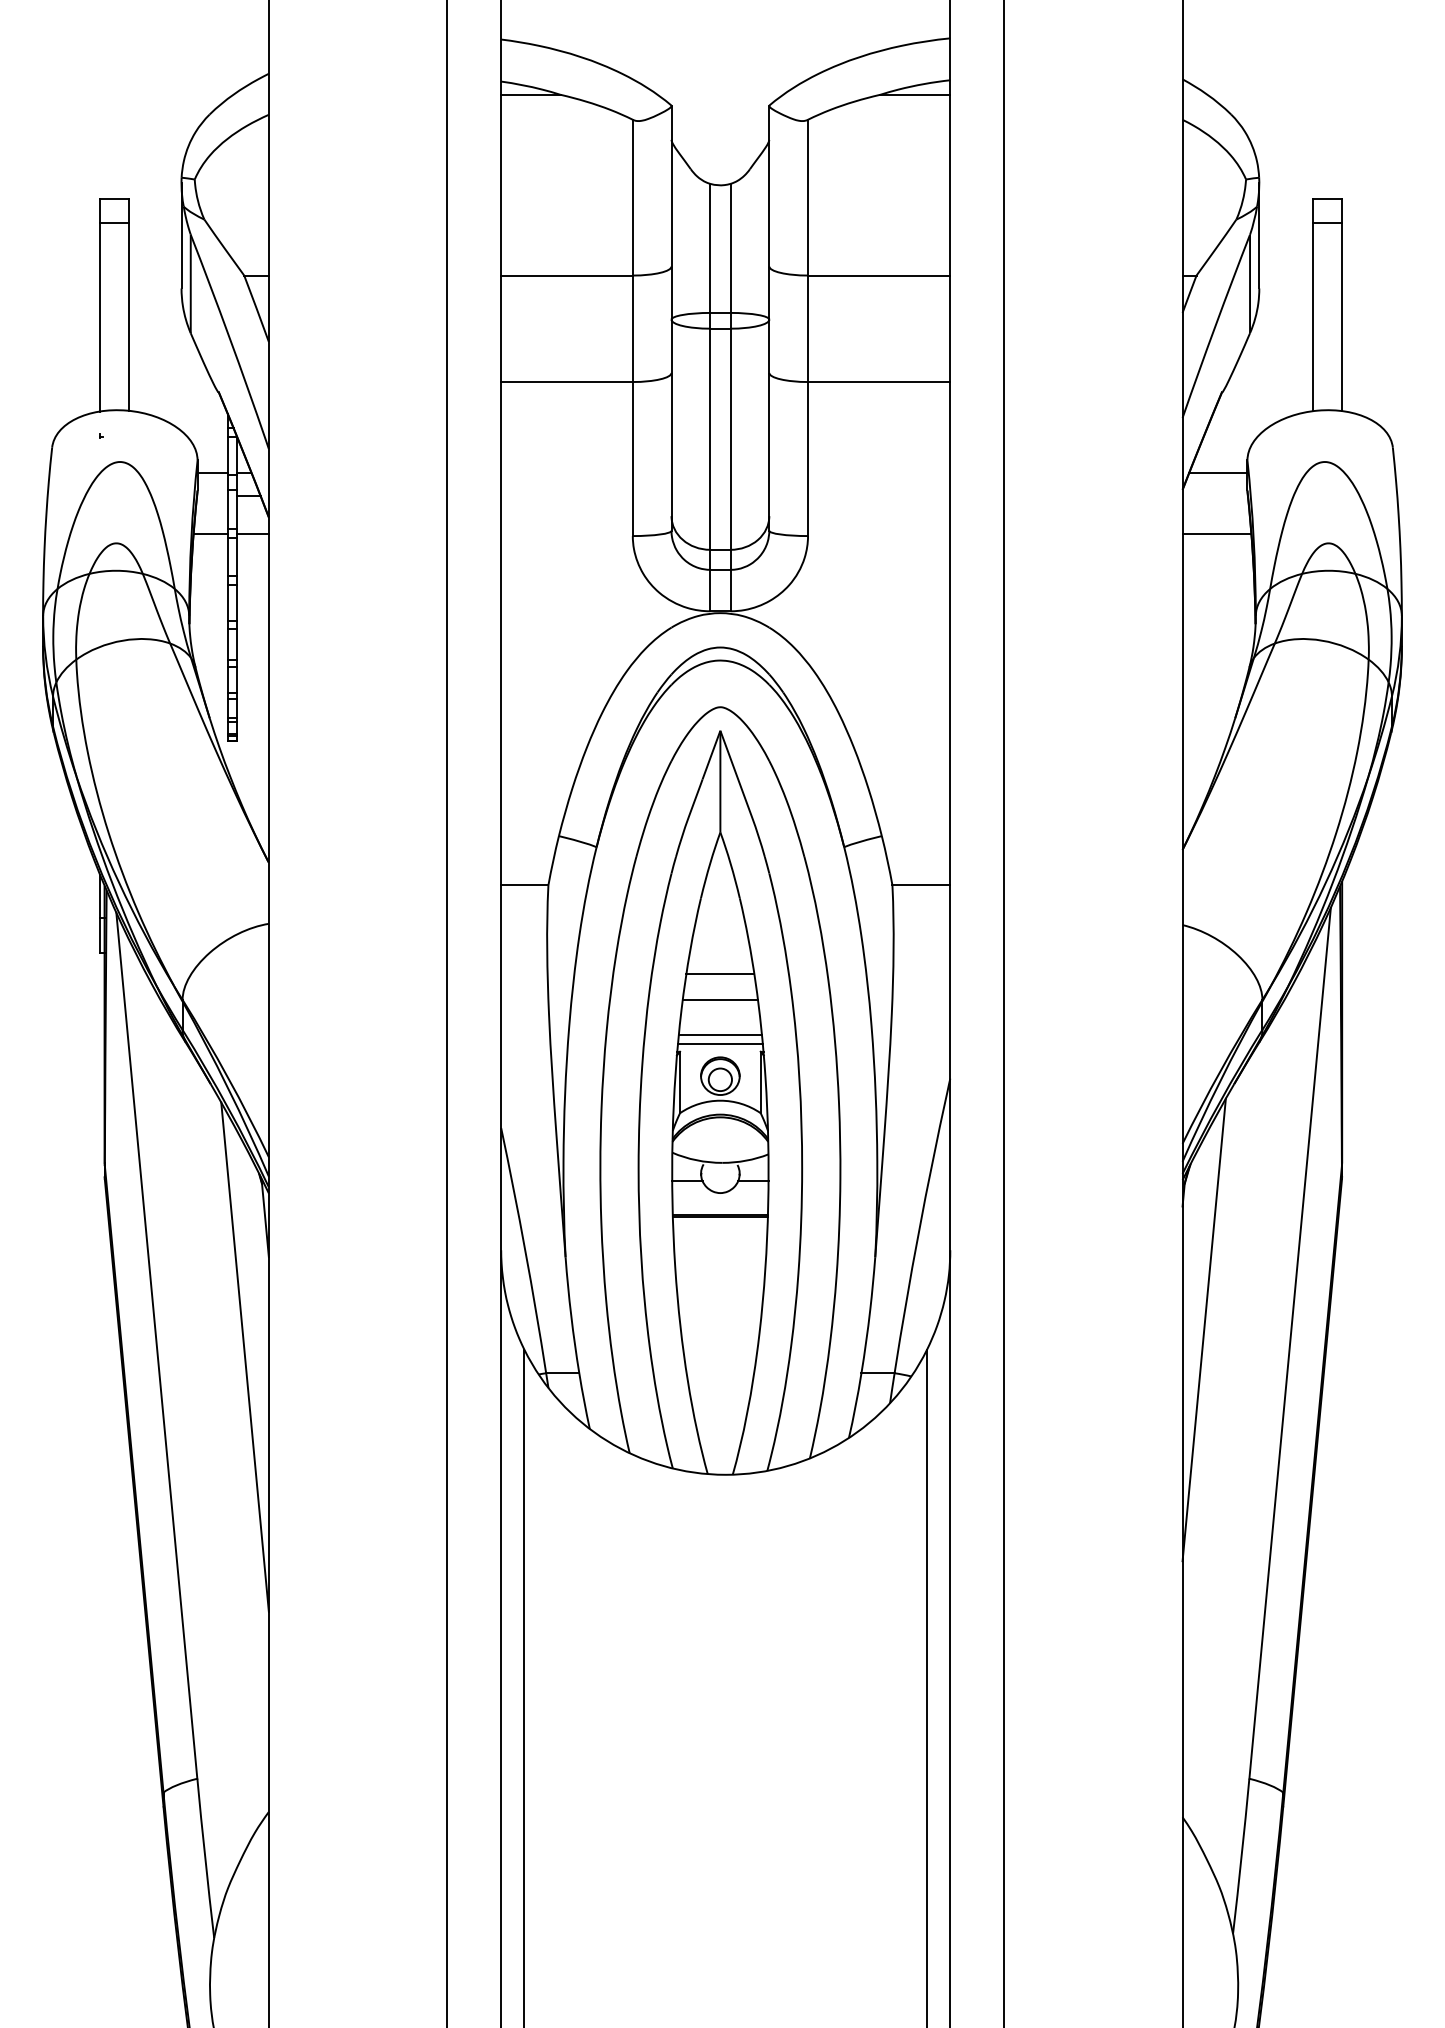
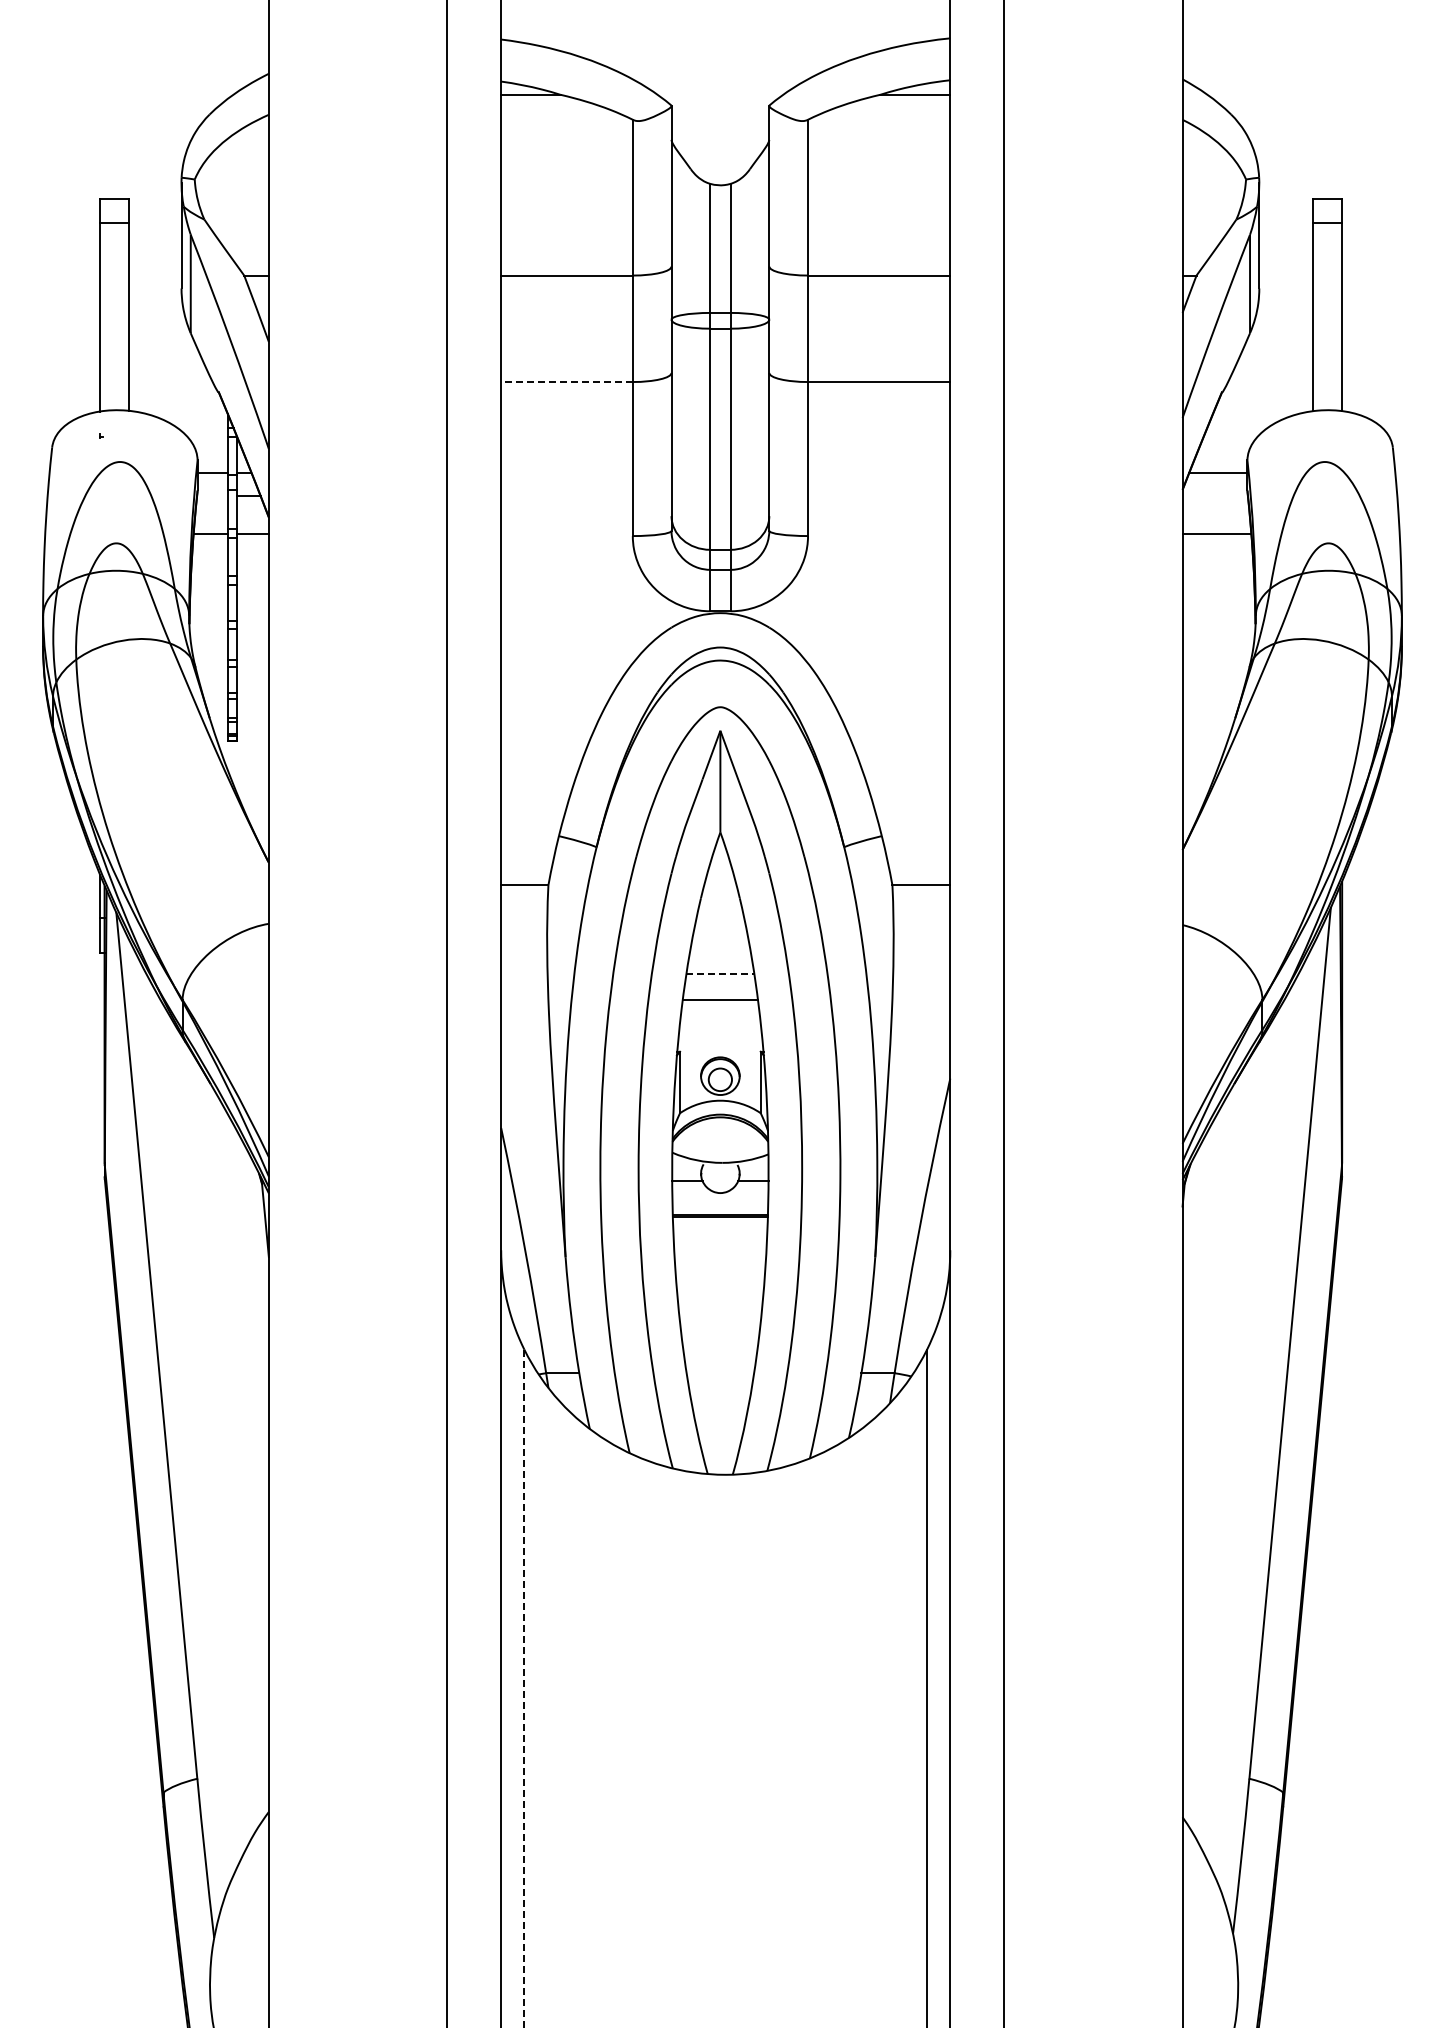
line at (567, 382): solid -> dashed
line at (720, 973): solid -> dashed
line at (719, 1035): present -> none
line at (720, 1043): present -> none
line at (1203, 1329): present -> none
line at (244, 1356): present -> none
line at (524, 1688): solid -> dashed
